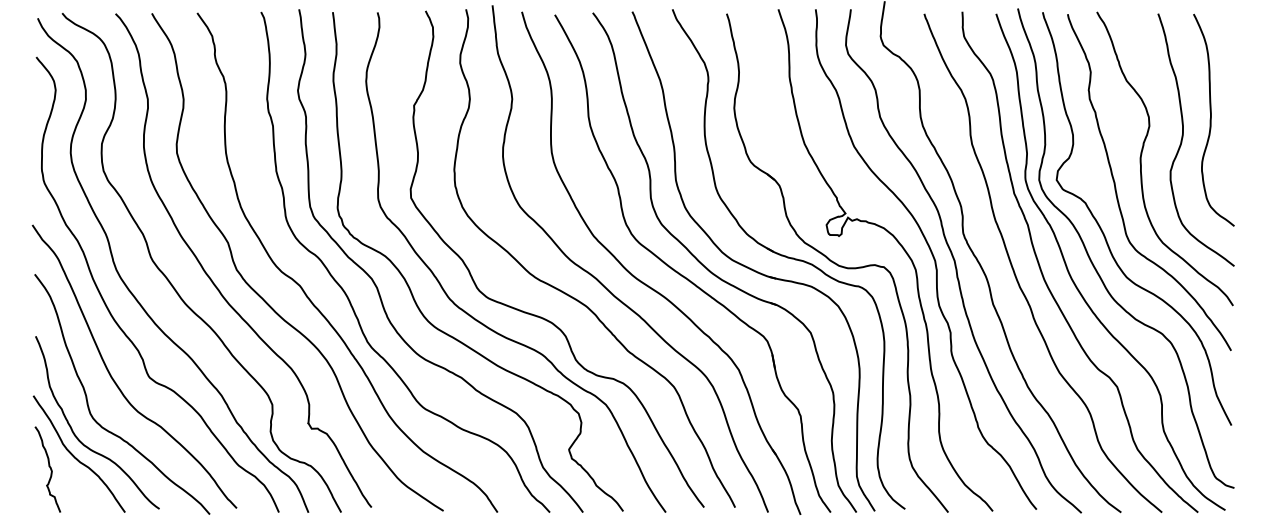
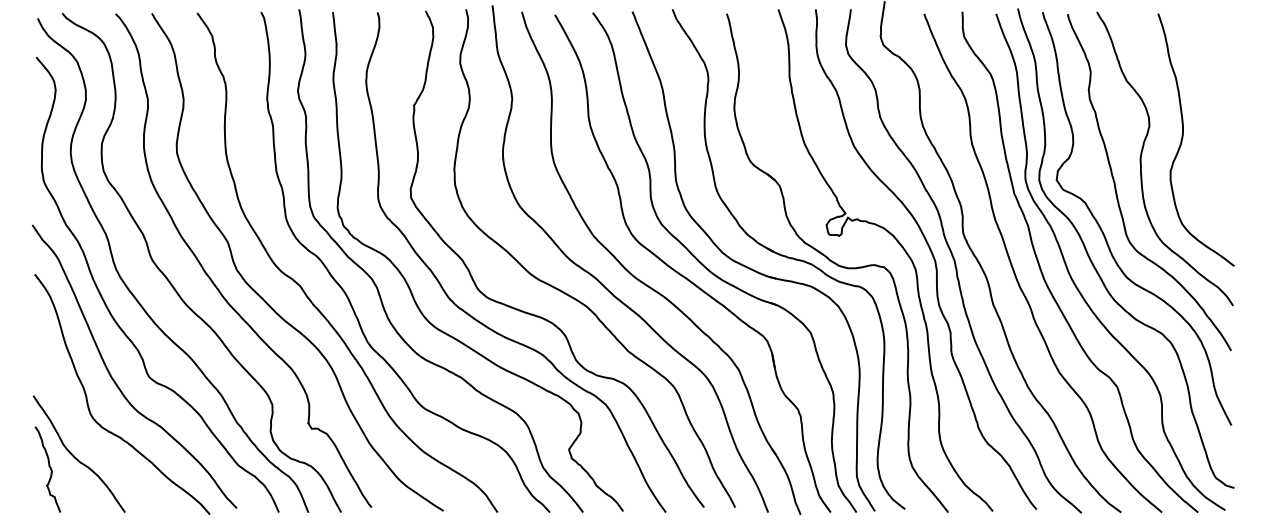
curve at (1211, 119): present -> none
curve at (77, 436): present -> none
